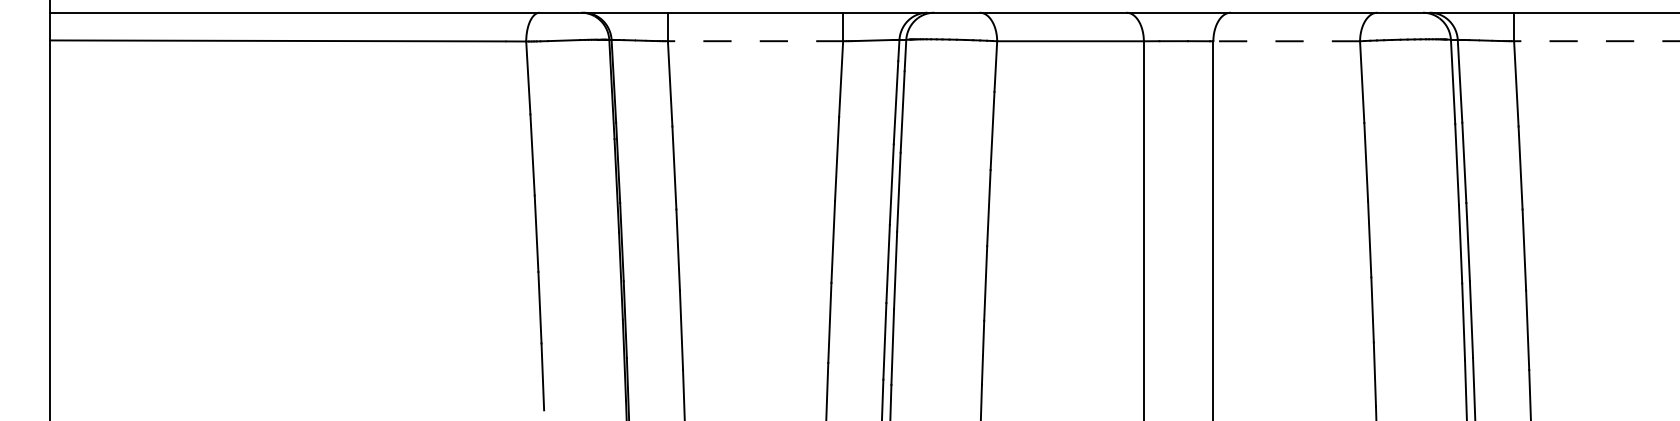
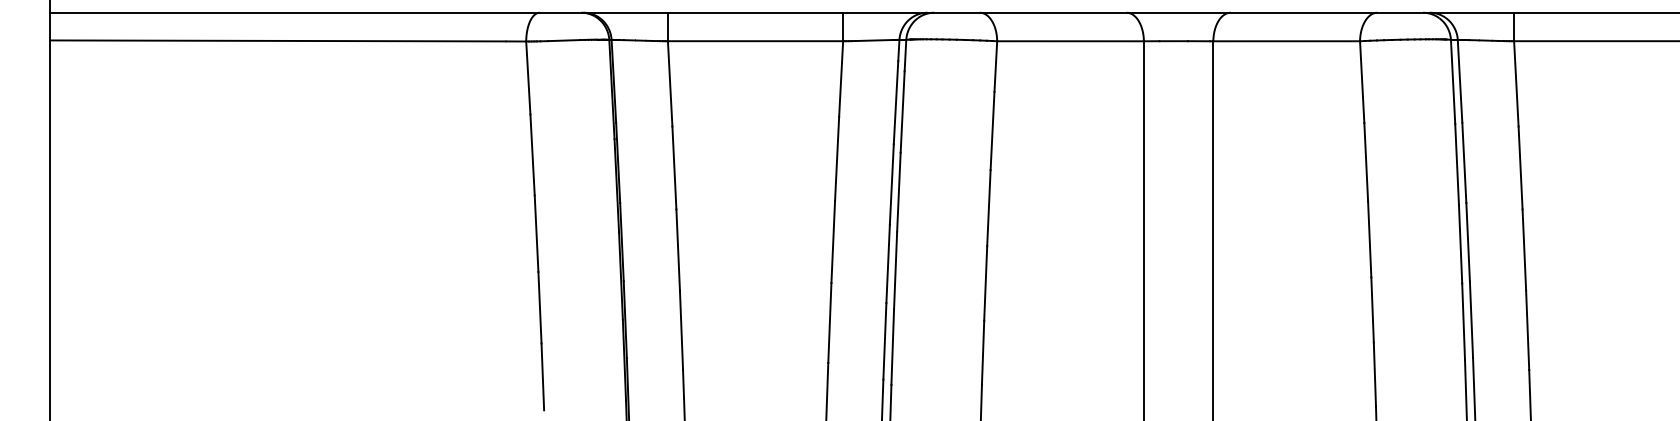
line at (755, 41): dashed -> solid
line at (1286, 41): dashed -> solid
line at (1596, 41): dashed -> solid
